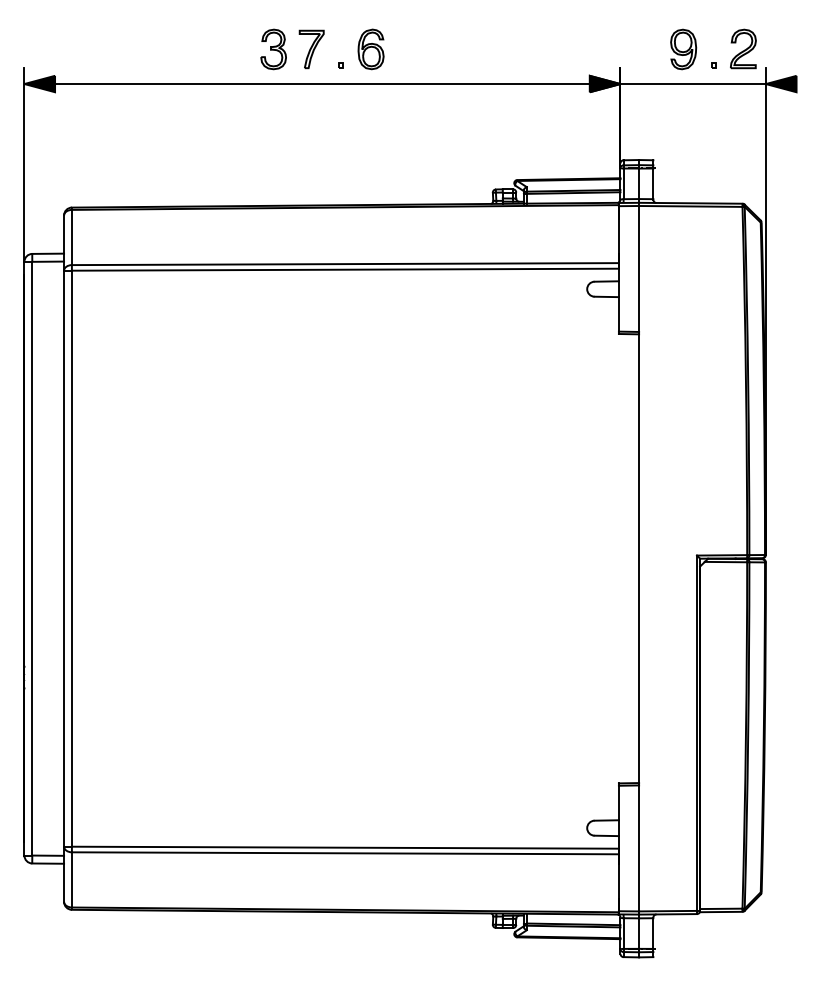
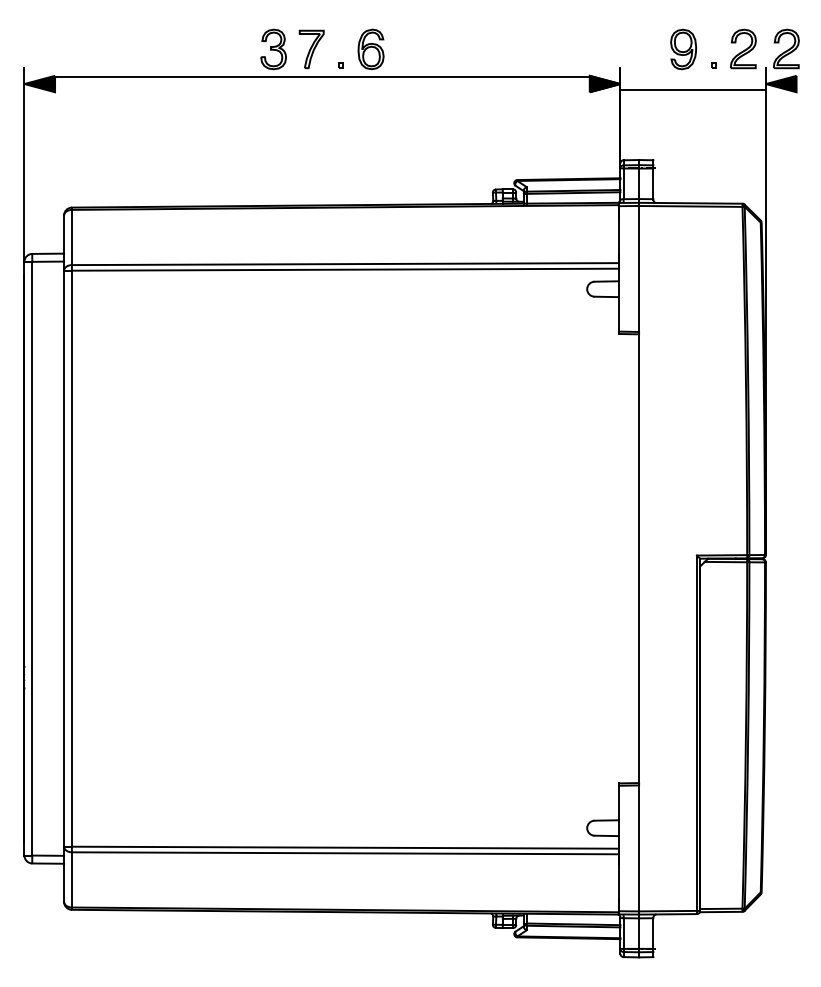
part at (786, 48): none -> present
line at (322, 84) position: (322, 84) -> (322, 77)
line at (692, 84) position: (692, 84) -> (692, 90)
